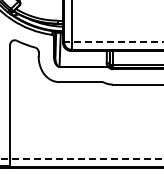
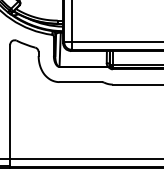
line at (113, 42): dashed -> solid
line at (82, 159): dashed -> solid
